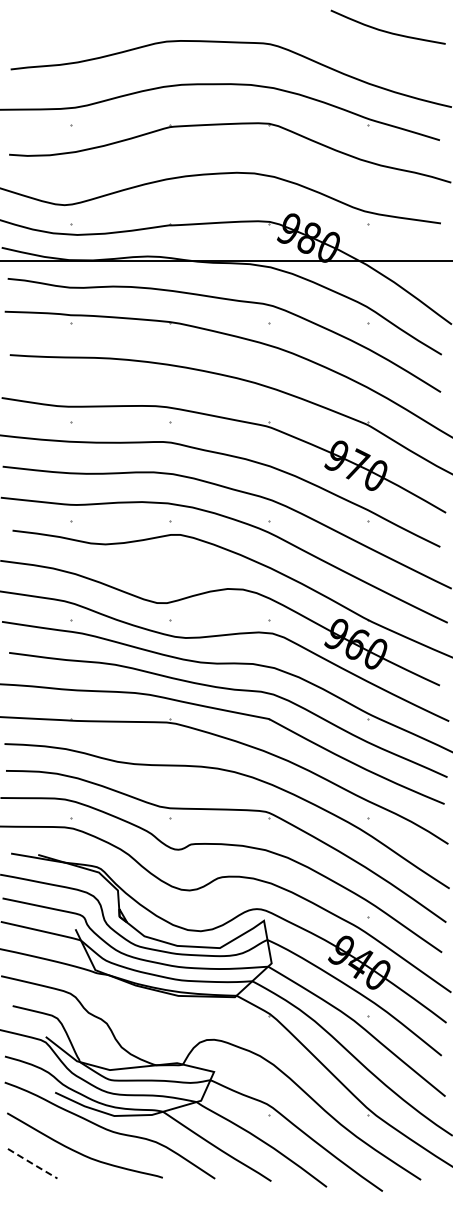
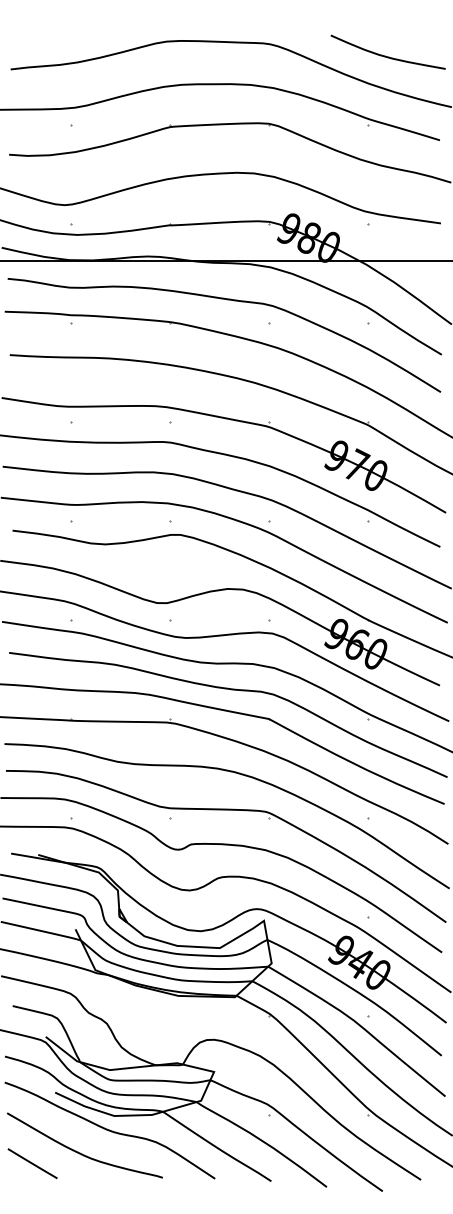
curve at (385, 30) position: (385, 30) -> (385, 55)
line at (32, 1163): dashed -> solid
